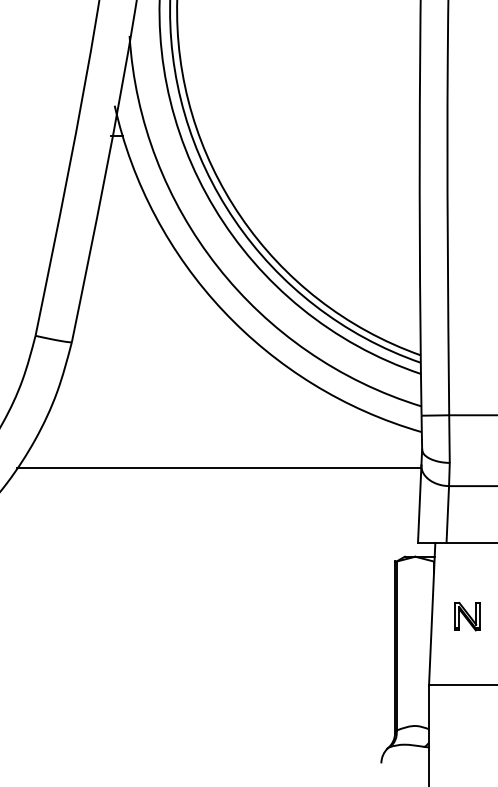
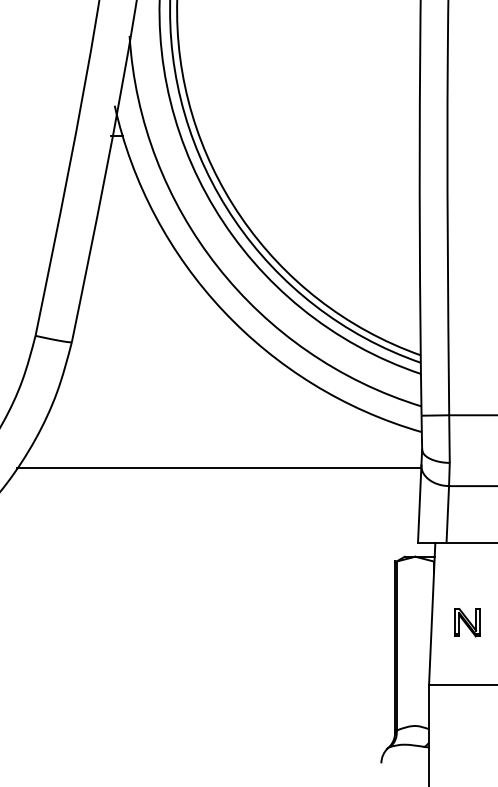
part at (467, 616) position: (467, 616) -> (467, 622)
